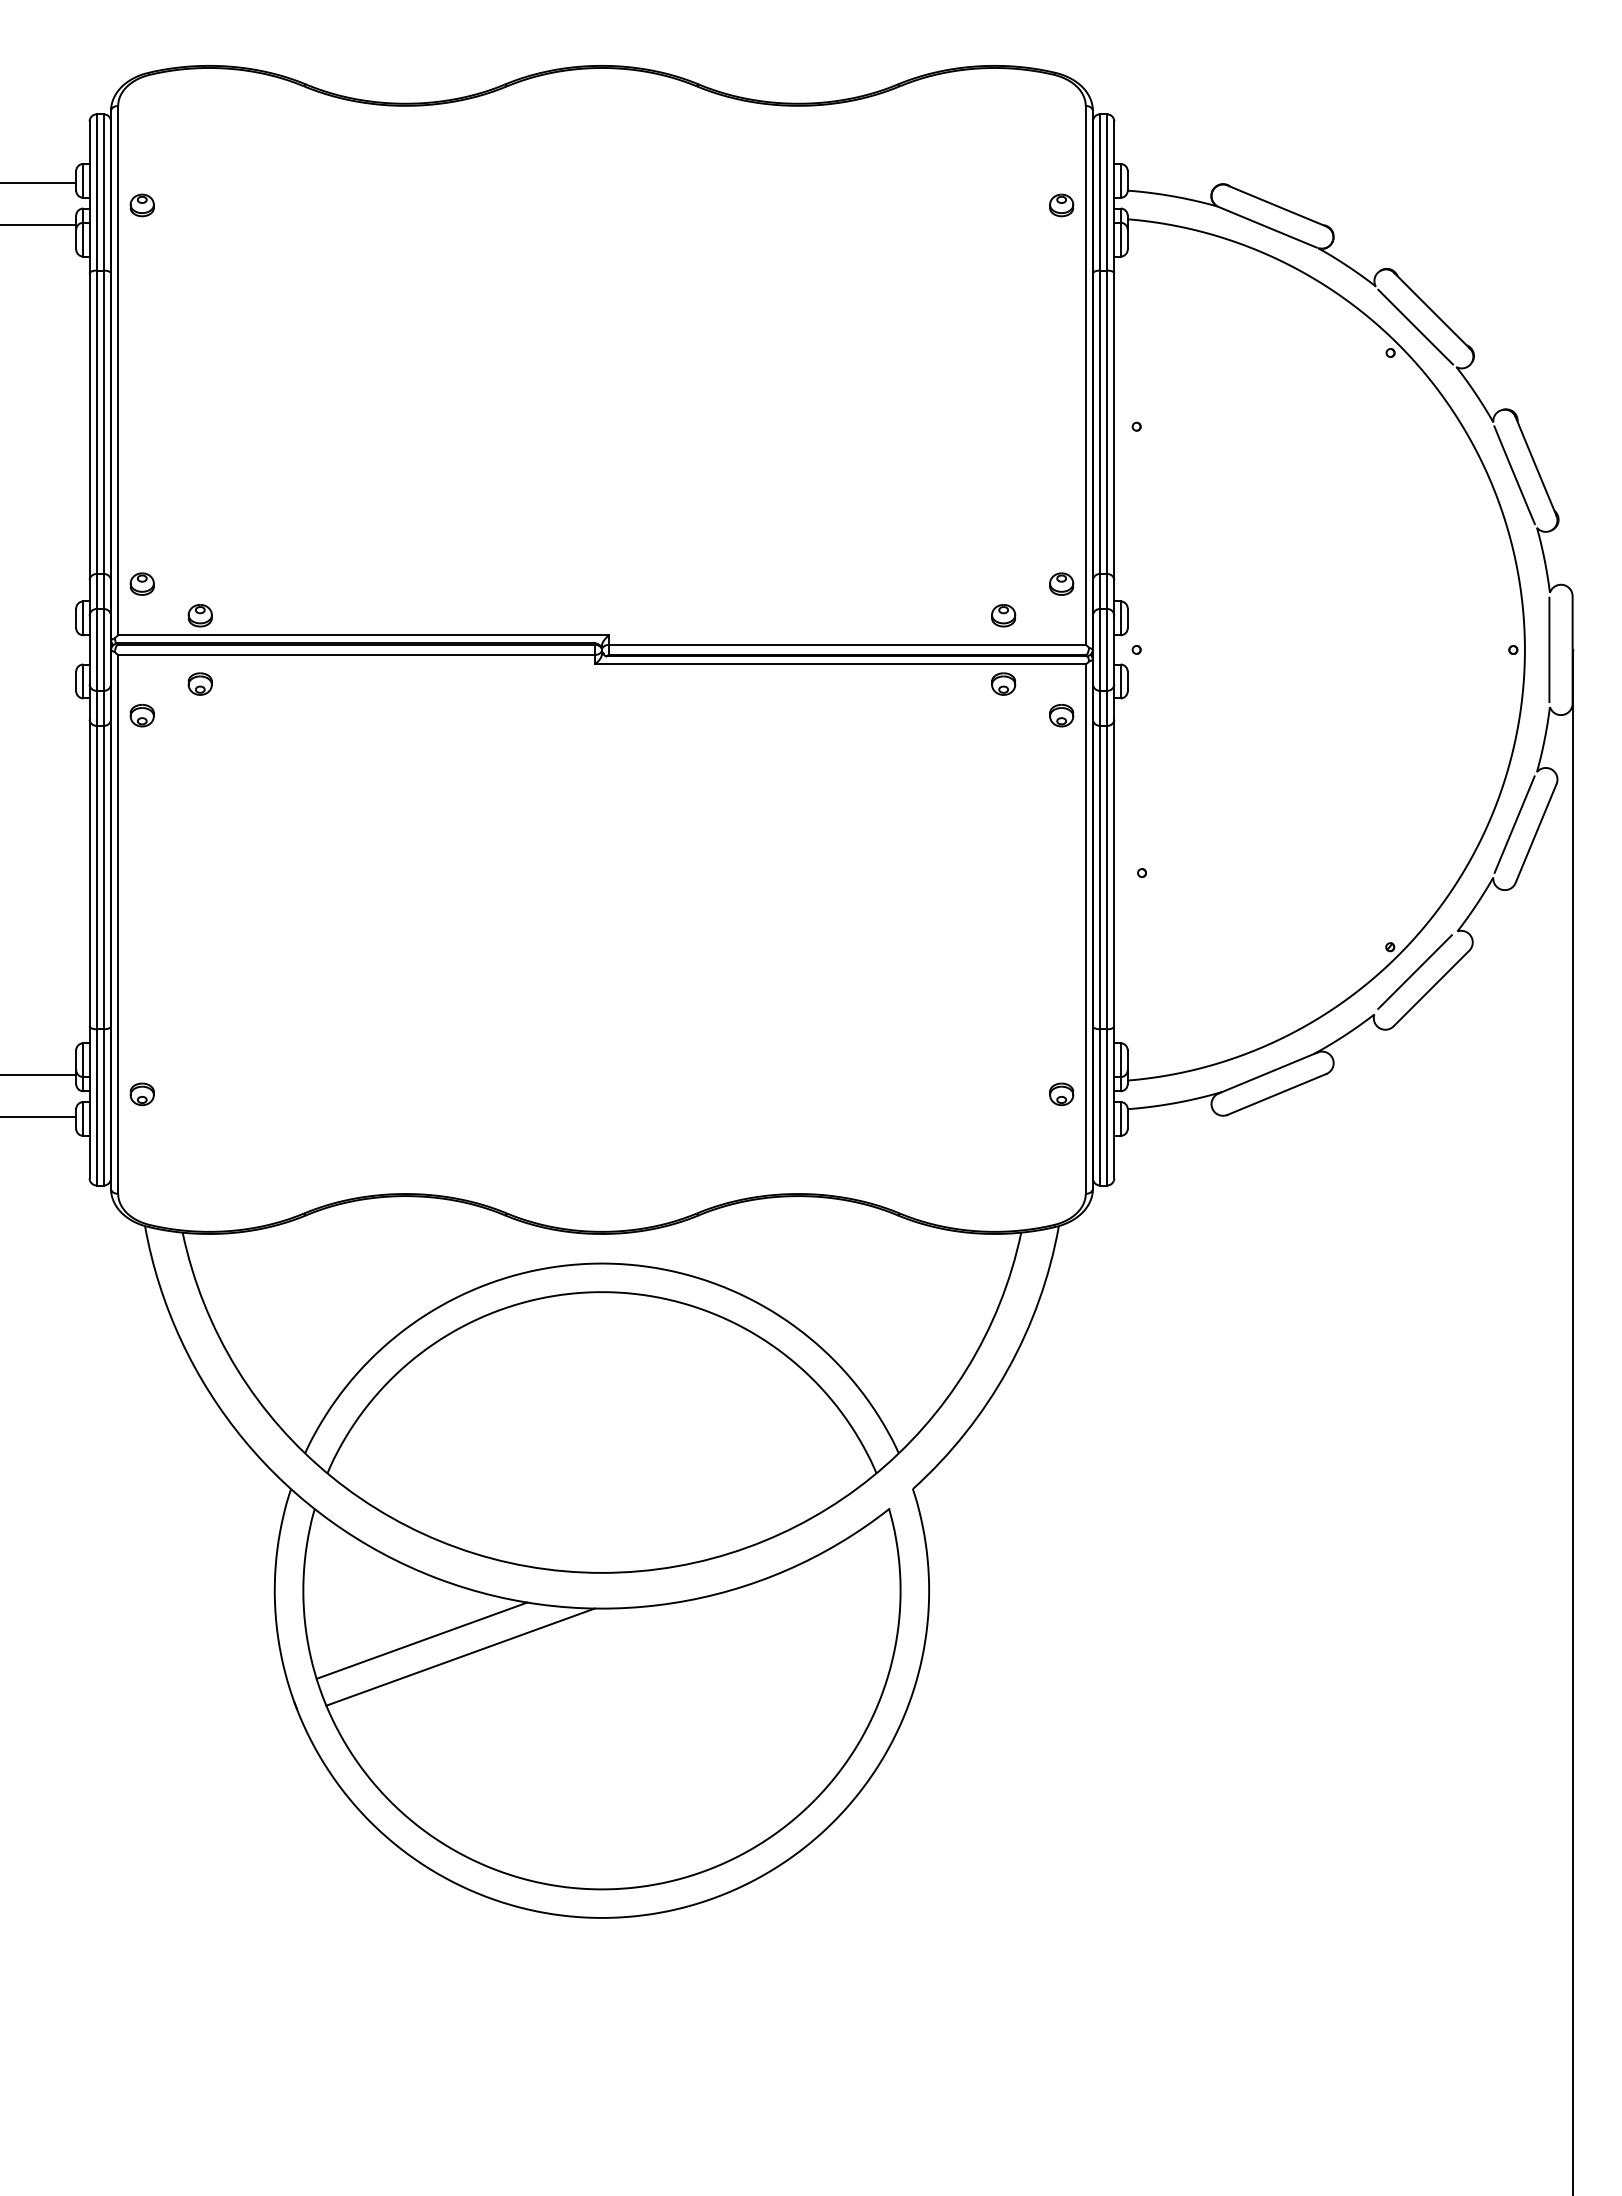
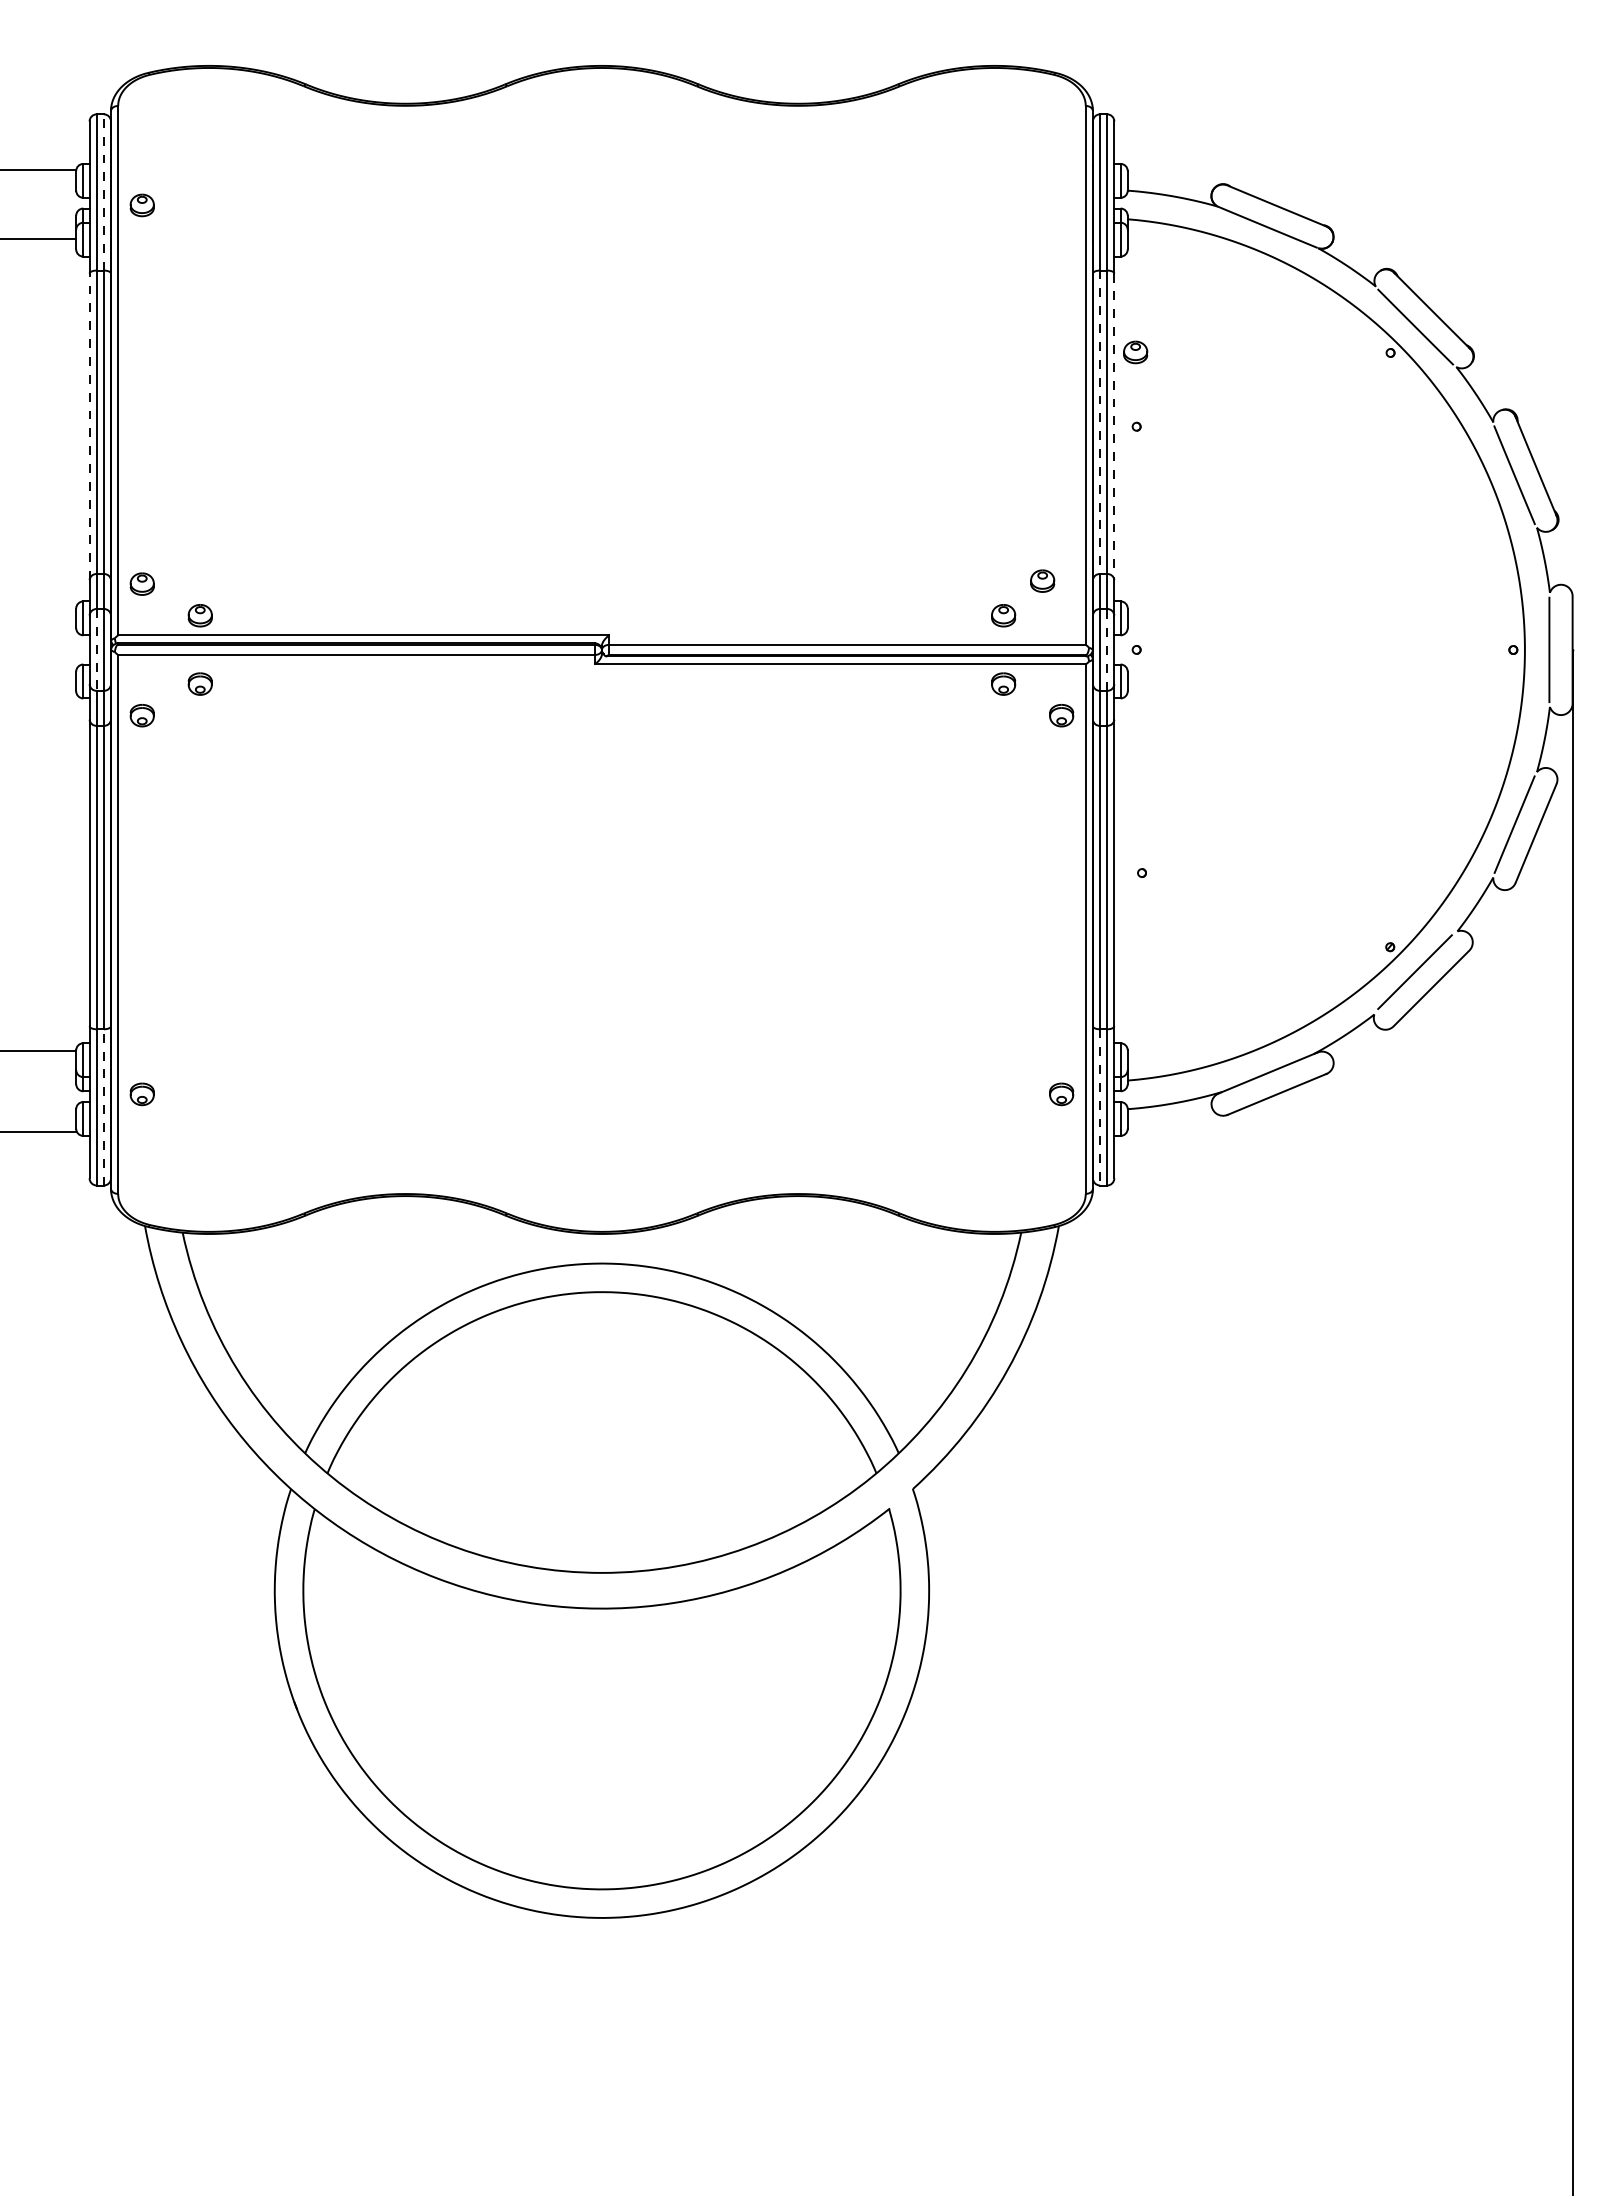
line at (39, 182) position: (39, 182) -> (39, 169)
line at (103, 191): solid -> dashed
part at (1061, 205) position: (1061, 205) -> (1135, 352)
line at (39, 224) position: (39, 224) -> (39, 238)
line at (1100, 422): solid -> dashed
line at (89, 426): solid -> dashed
line at (1114, 427): solid -> dashed
part at (1061, 583) position: (1061, 583) -> (1042, 580)
line at (96, 649): solid -> dashed
line at (1107, 649): solid -> dashed
line at (39, 1075) position: (39, 1075) -> (39, 1051)
line at (103, 1106): solid -> dashed
line at (1100, 1107): solid -> dashed
line at (39, 1117) position: (39, 1117) -> (39, 1132)
line at (421, 1640): present -> none
line at (460, 1656): present -> none
